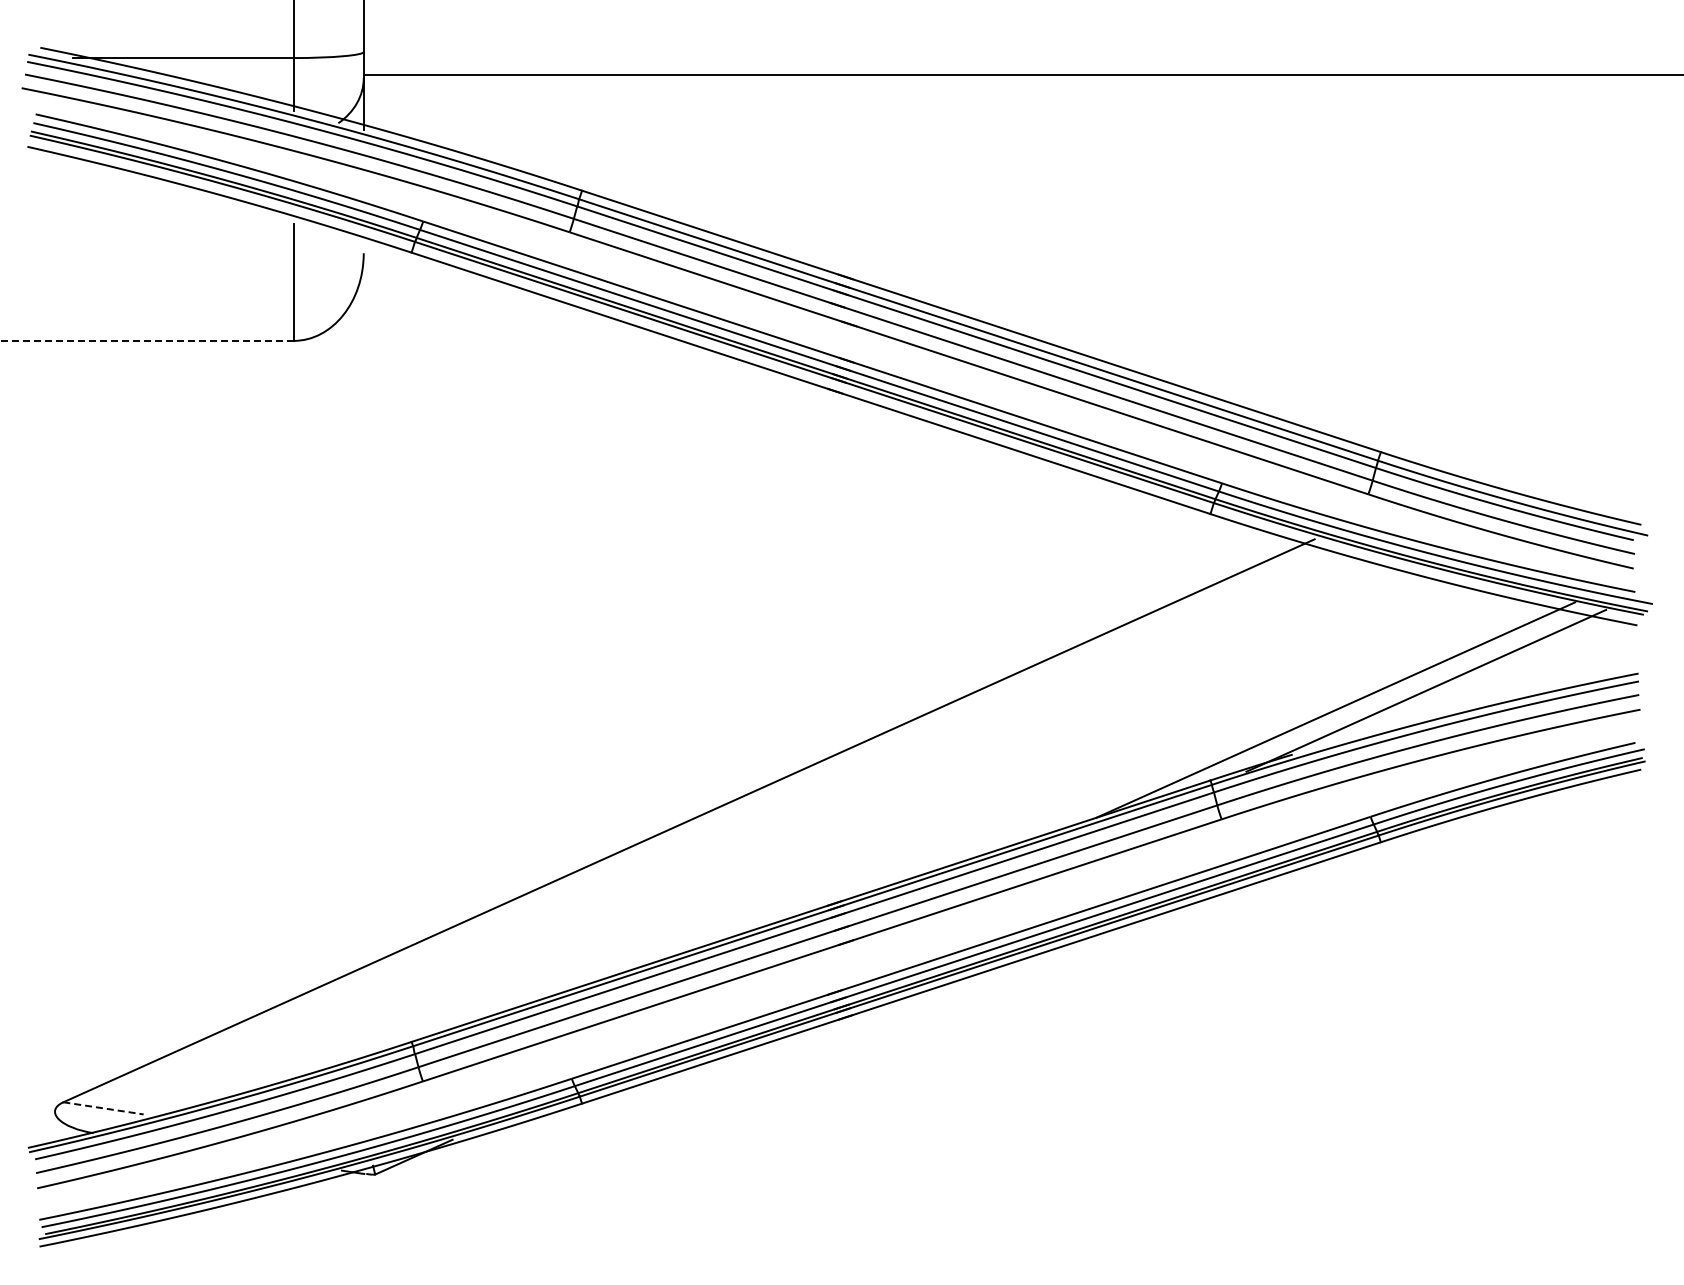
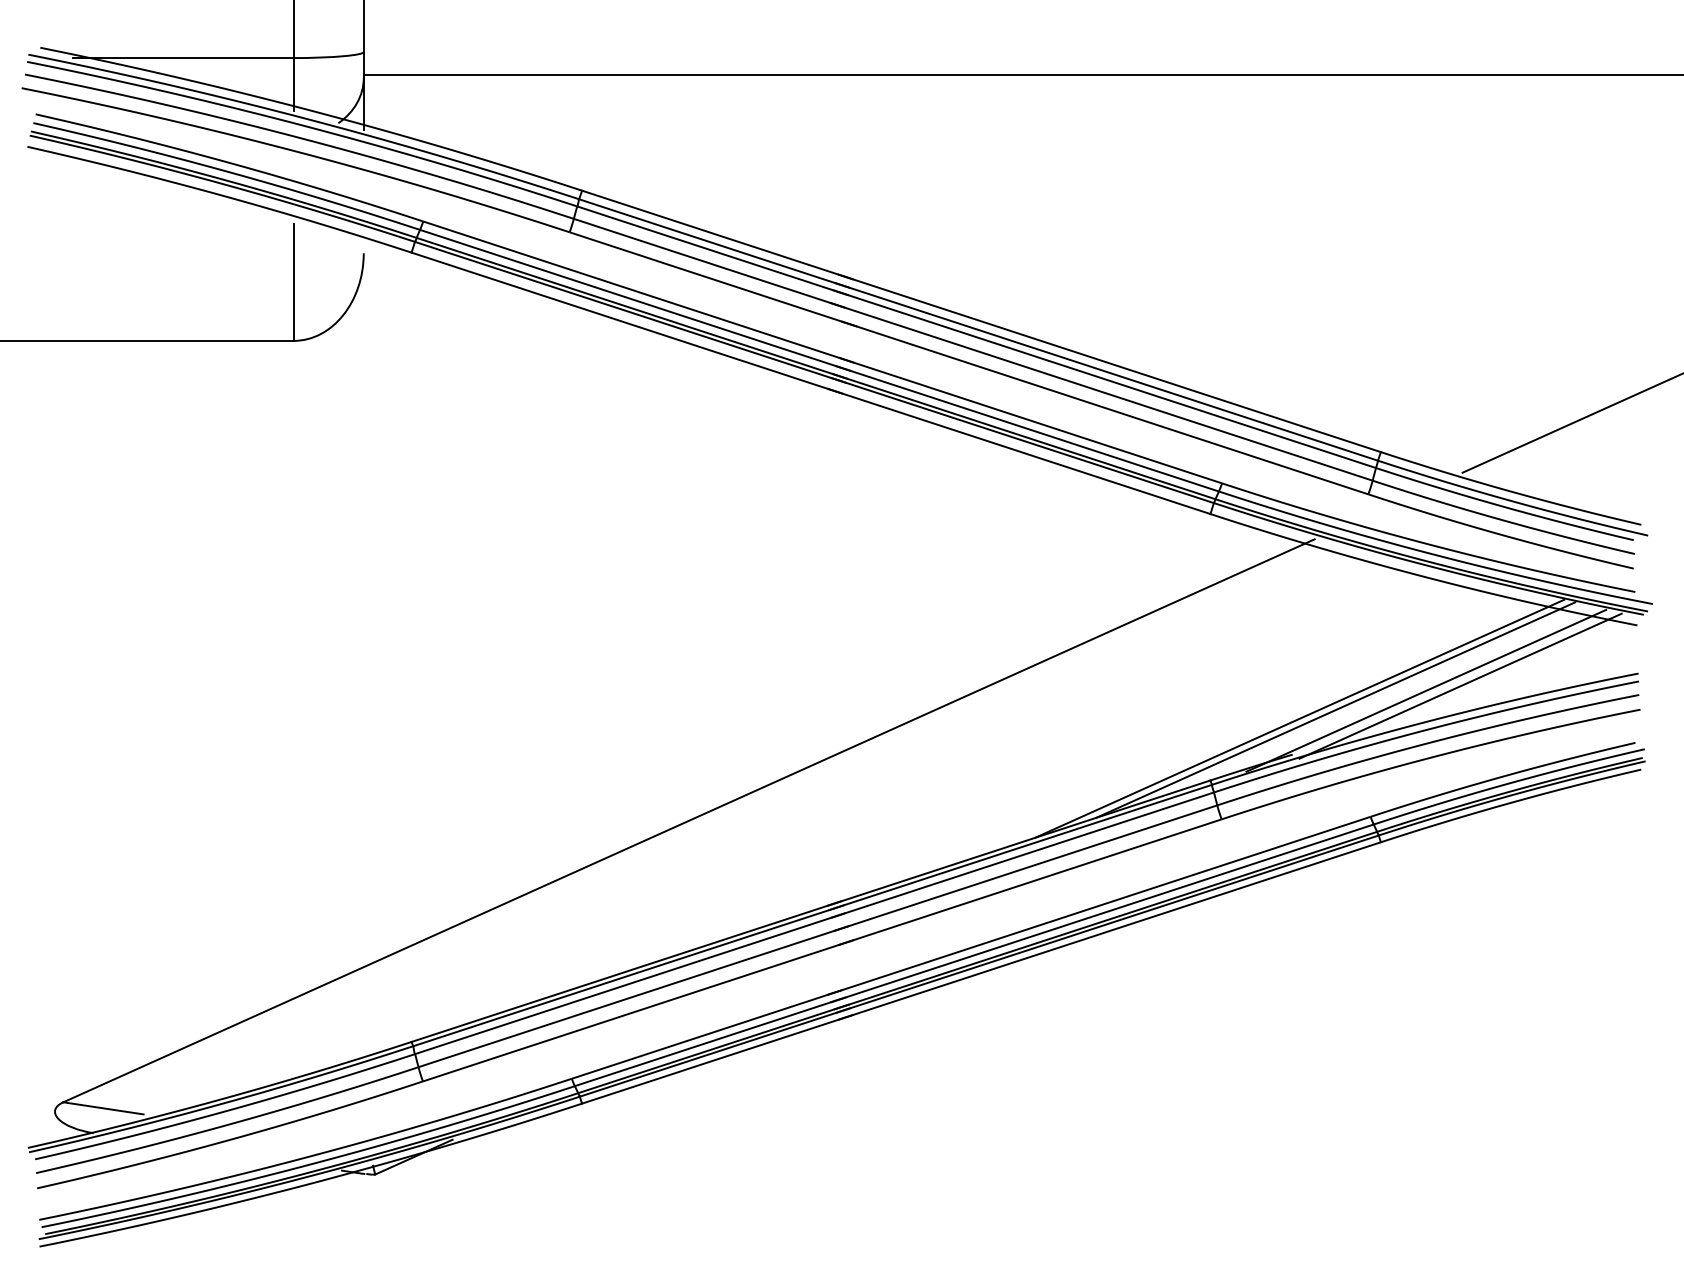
line at (146, 340): dashed -> solid
line at (1571, 423): none -> present
line at (1460, 685): none -> present
line at (1299, 718): none -> present
line at (103, 1108): dashed -> solid
